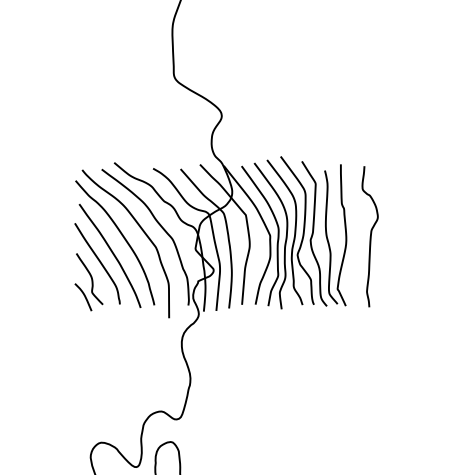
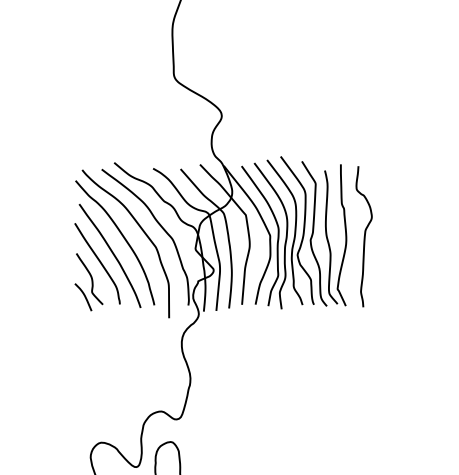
curve at (369, 236) position: (369, 236) -> (363, 236)
